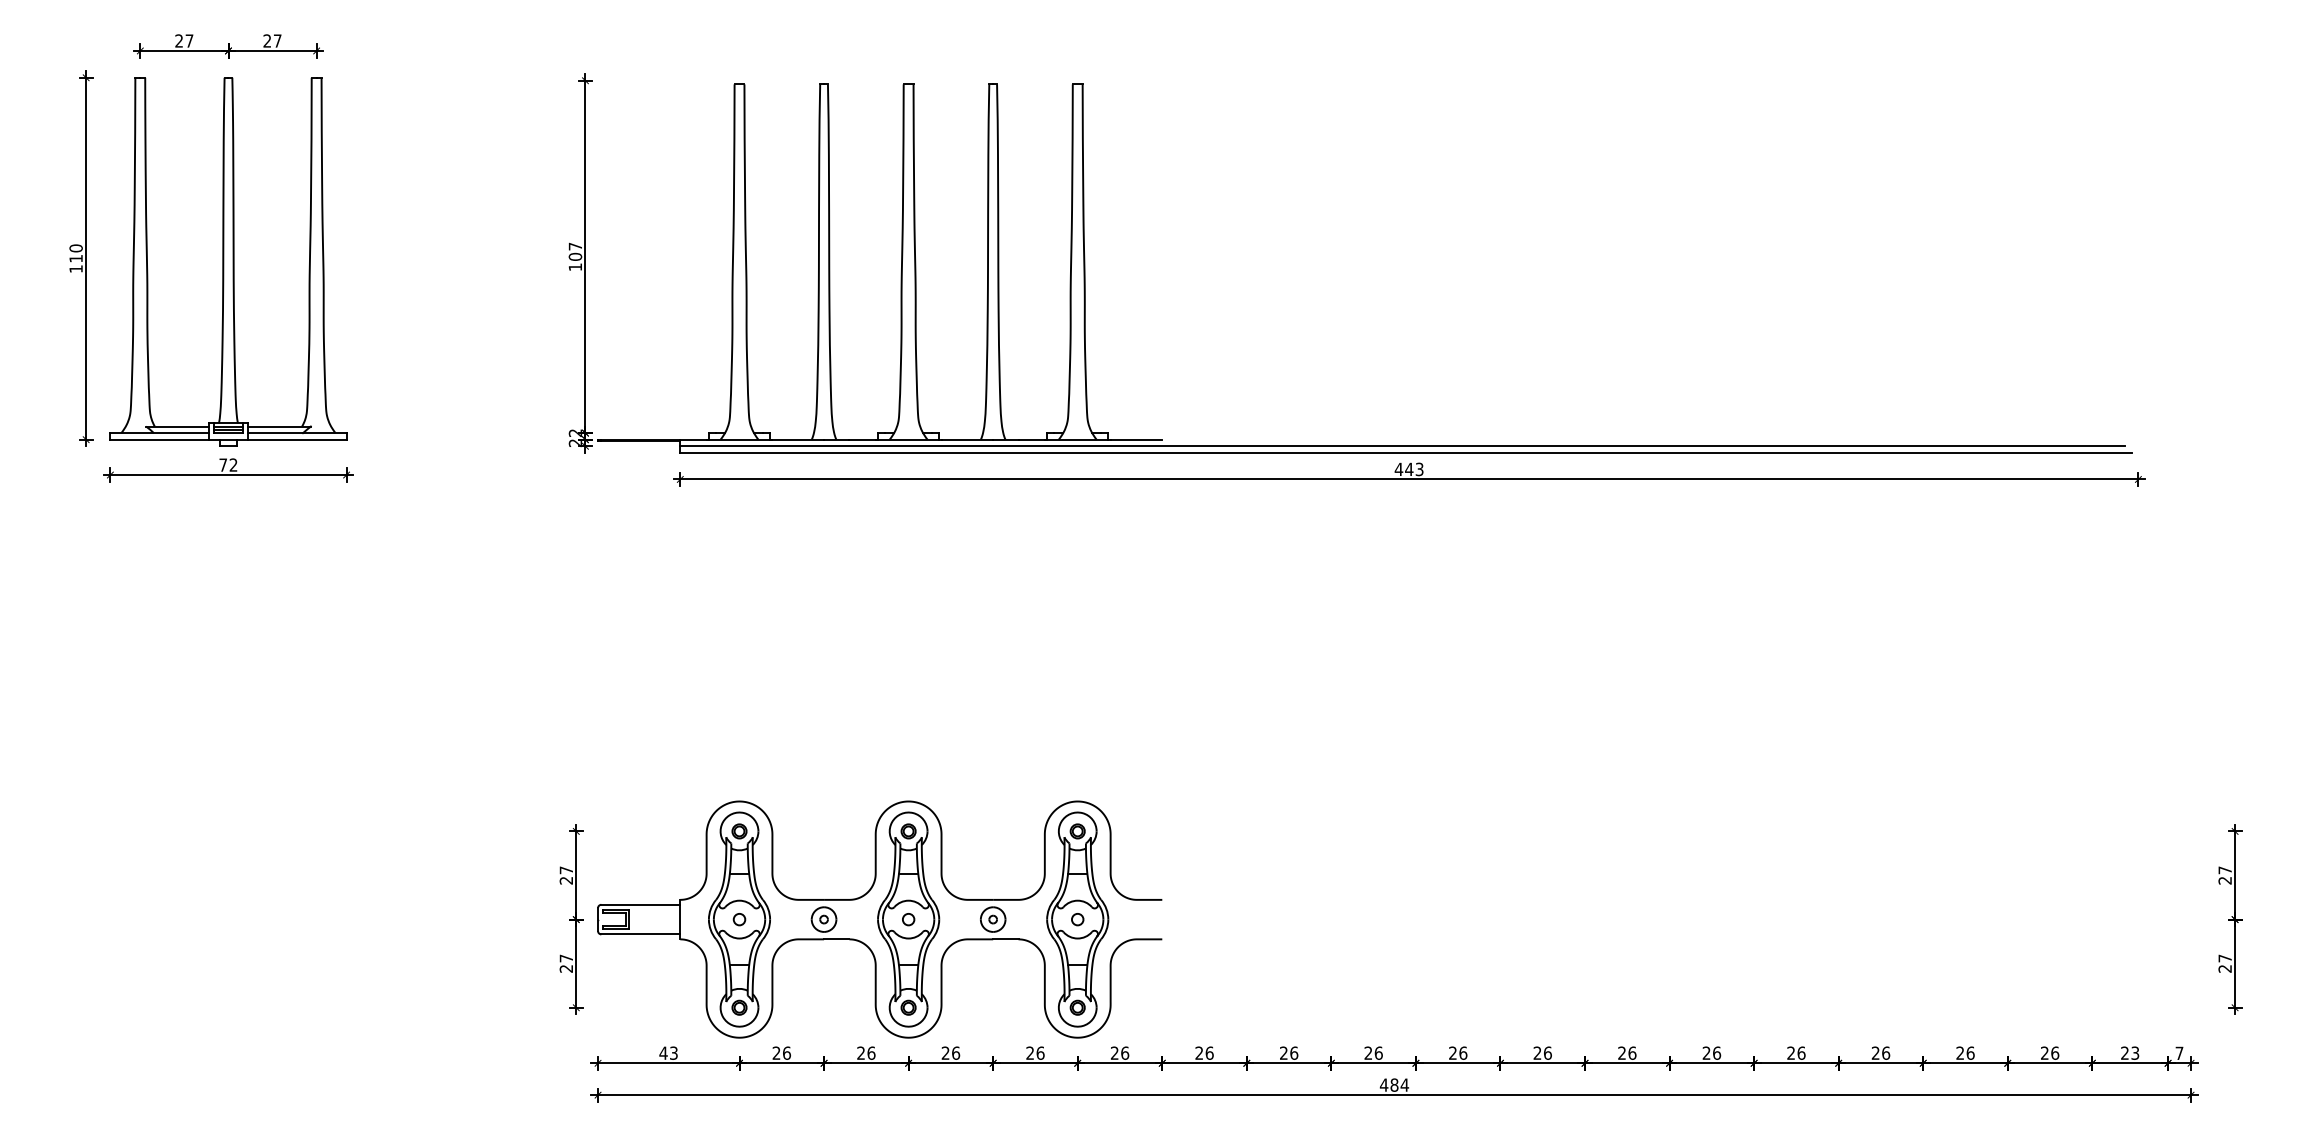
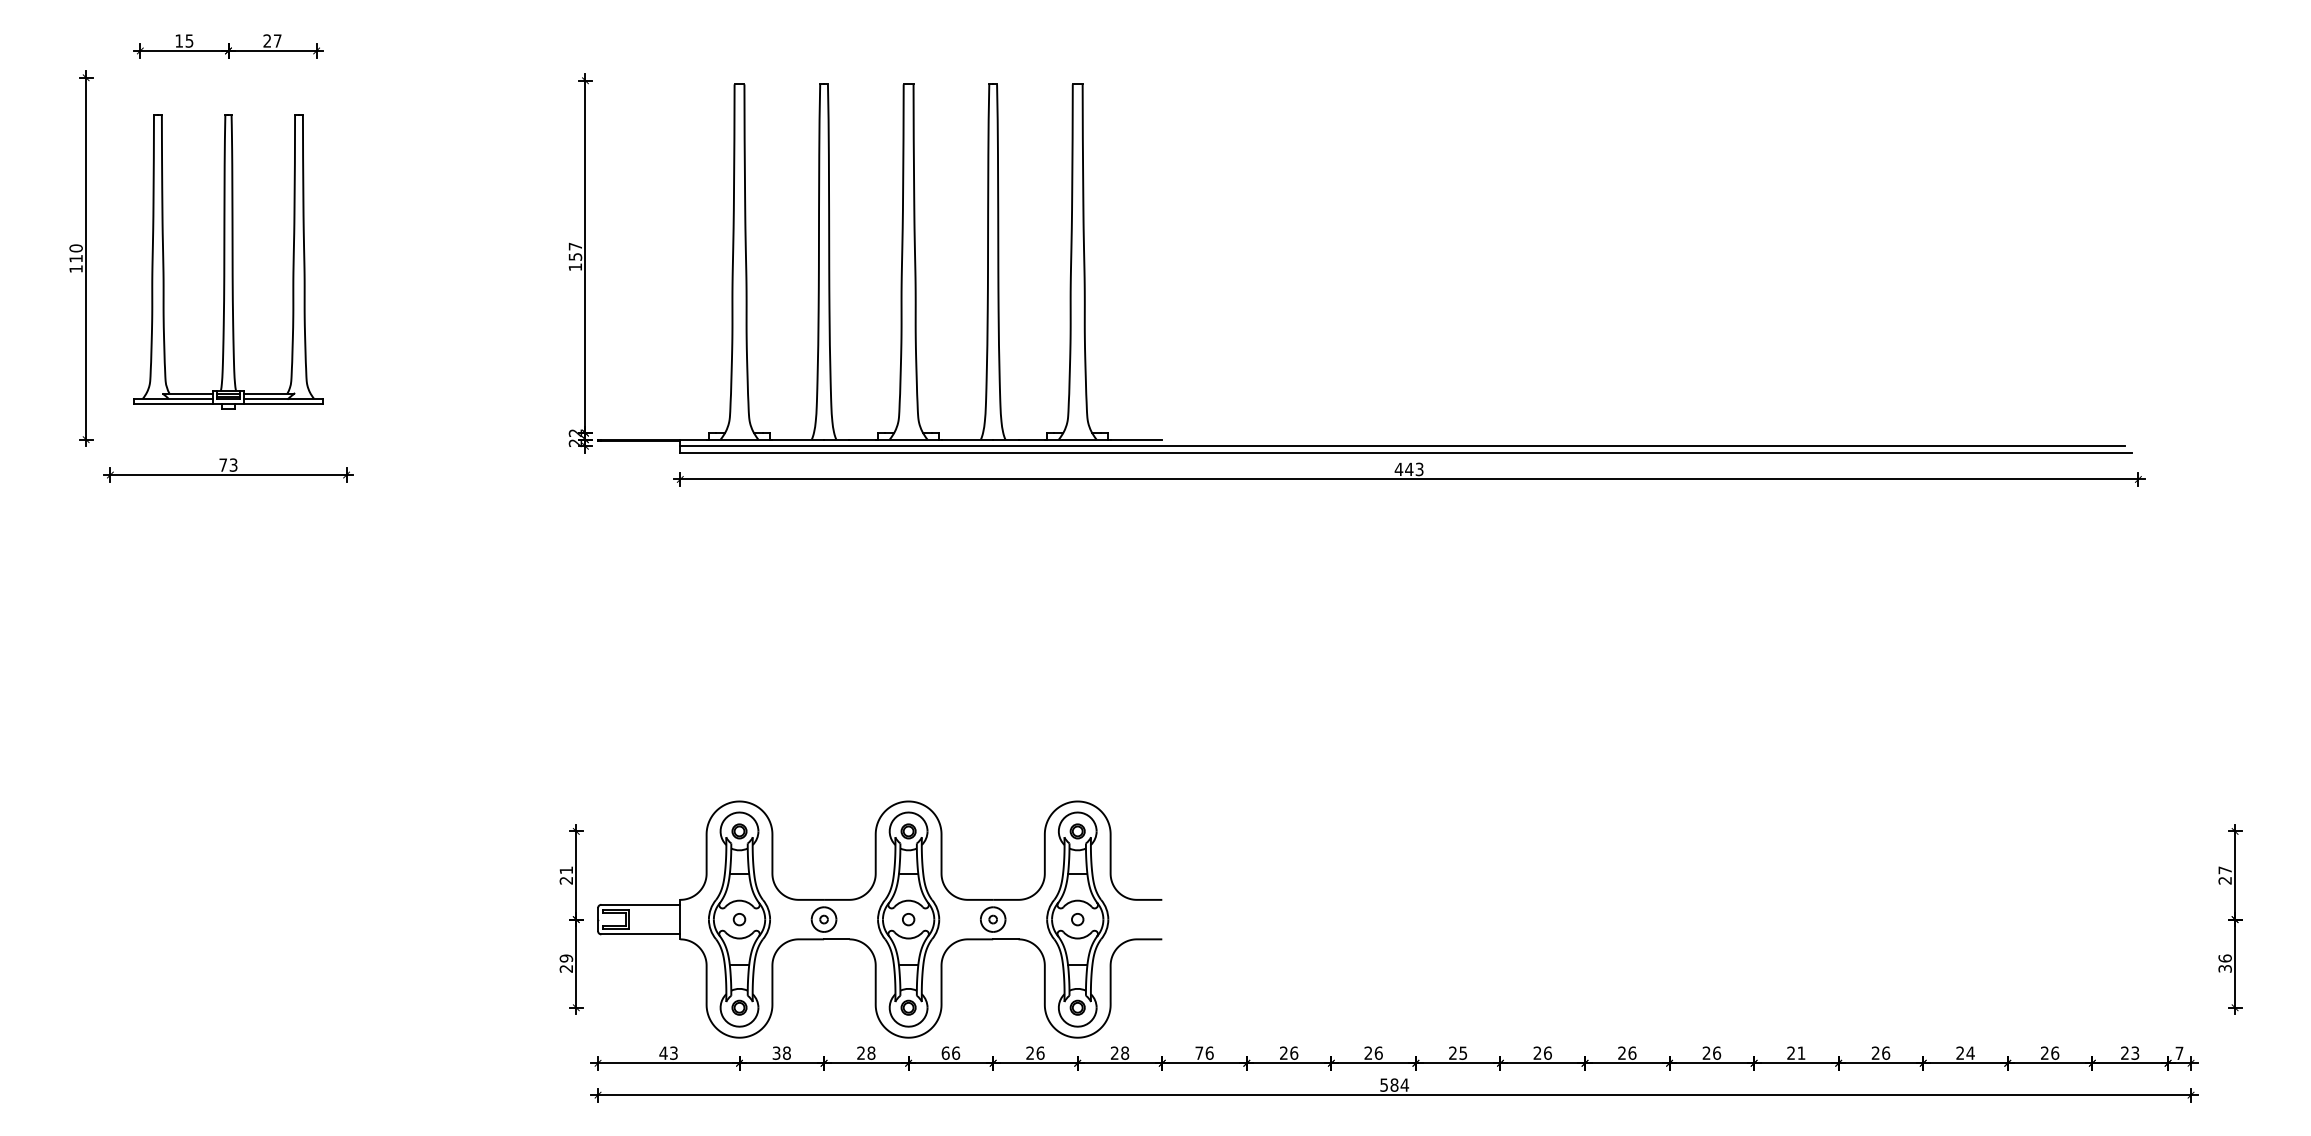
text at (184, 40): 27 -> 15
text at (575, 256): 107 -> 157
part at (228, 261) size: 239x370 px -> 191x296 px
text at (233, 464): 72 -> 73
text at (565, 870): 27 -> 21
text at (566, 958): 27 -> 29
text at (2224, 963): 27 -> 36
text at (781, 1052): 26 -> 38
text at (871, 1052): 26 -> 28
text at (945, 1052): 26 -> 66
text at (1125, 1052): 26 -> 28
text at (1199, 1052): 26 -> 76
text at (1463, 1052): 26 -> 25
text at (1801, 1052): 26 -> 21
text at (1970, 1052): 26 -> 24
text at (1383, 1084): 484 -> 584
